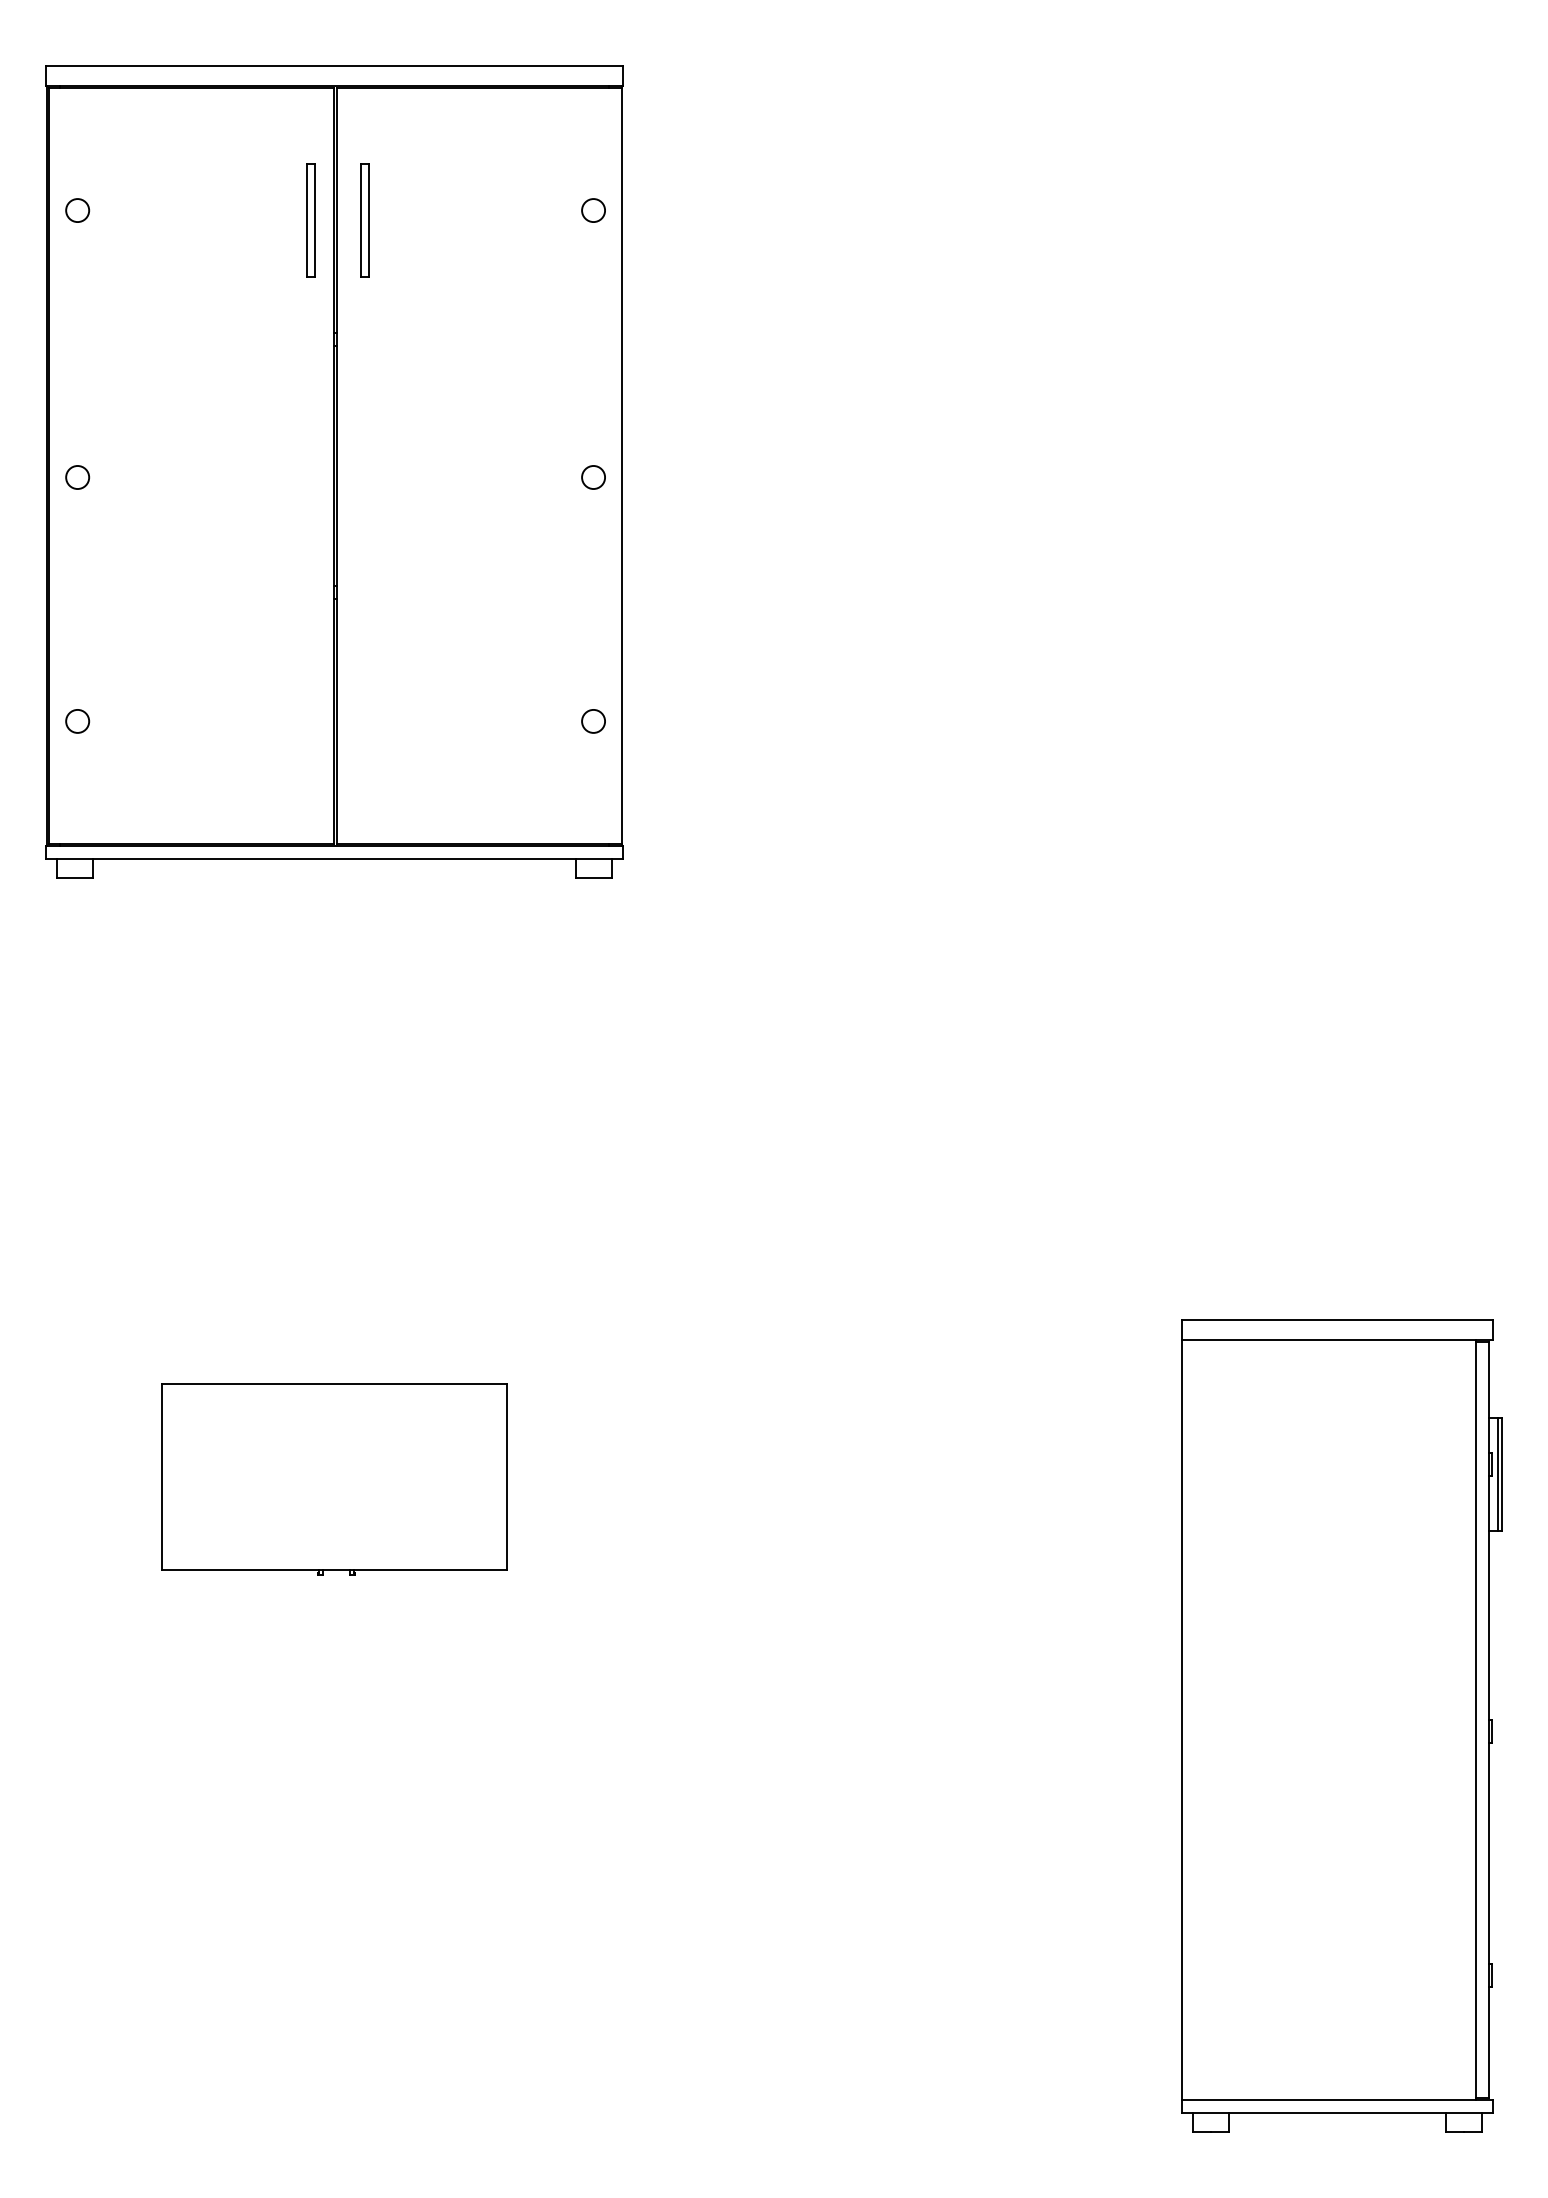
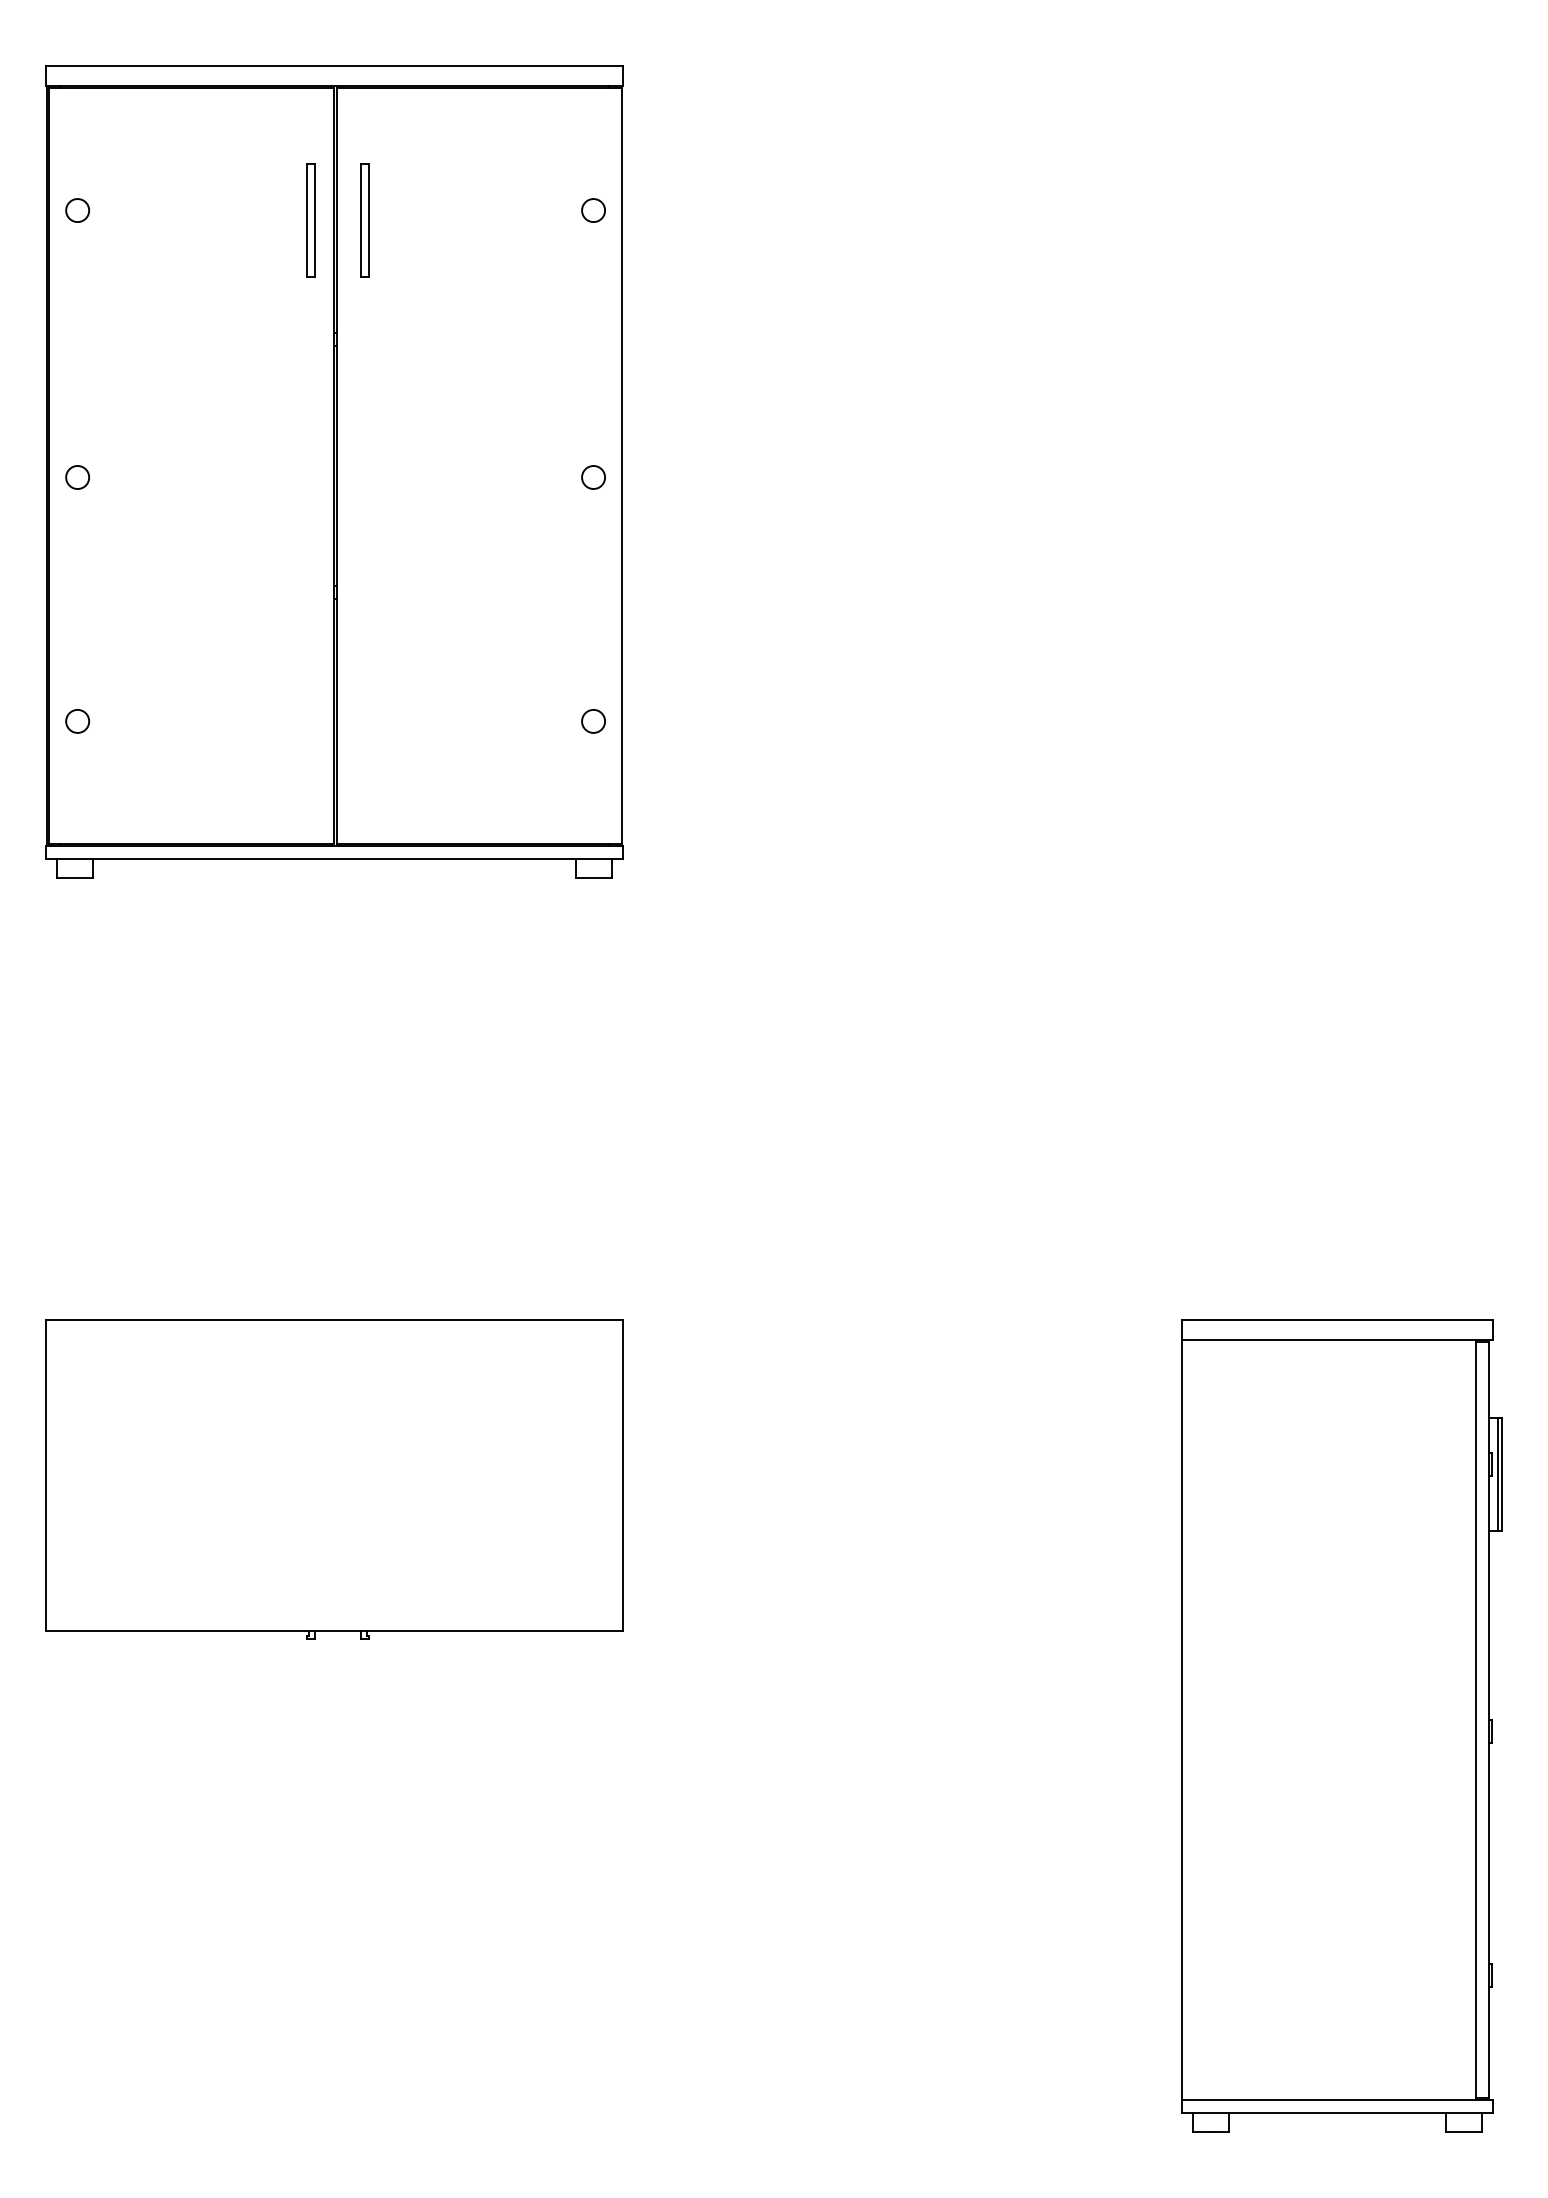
part at (334, 1479) size: 347x193 px -> 579x321 px
